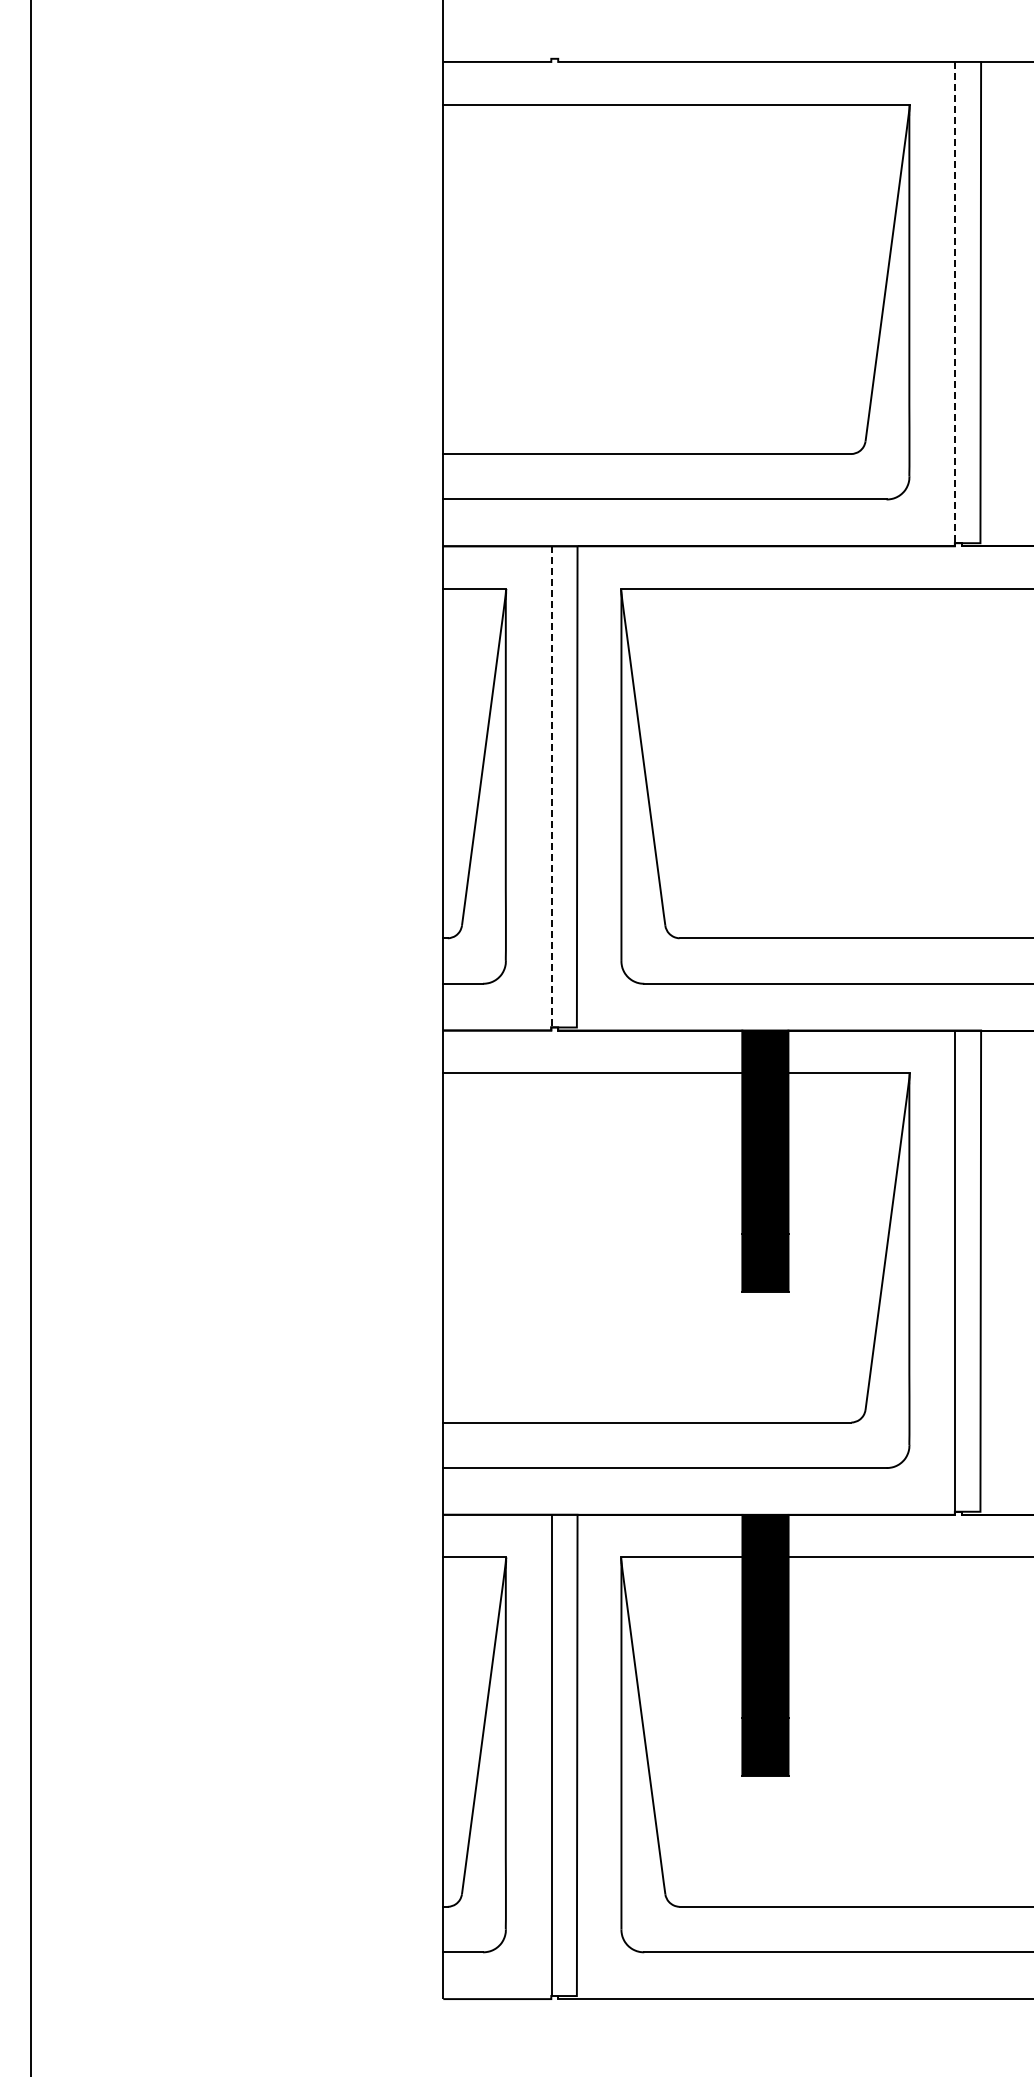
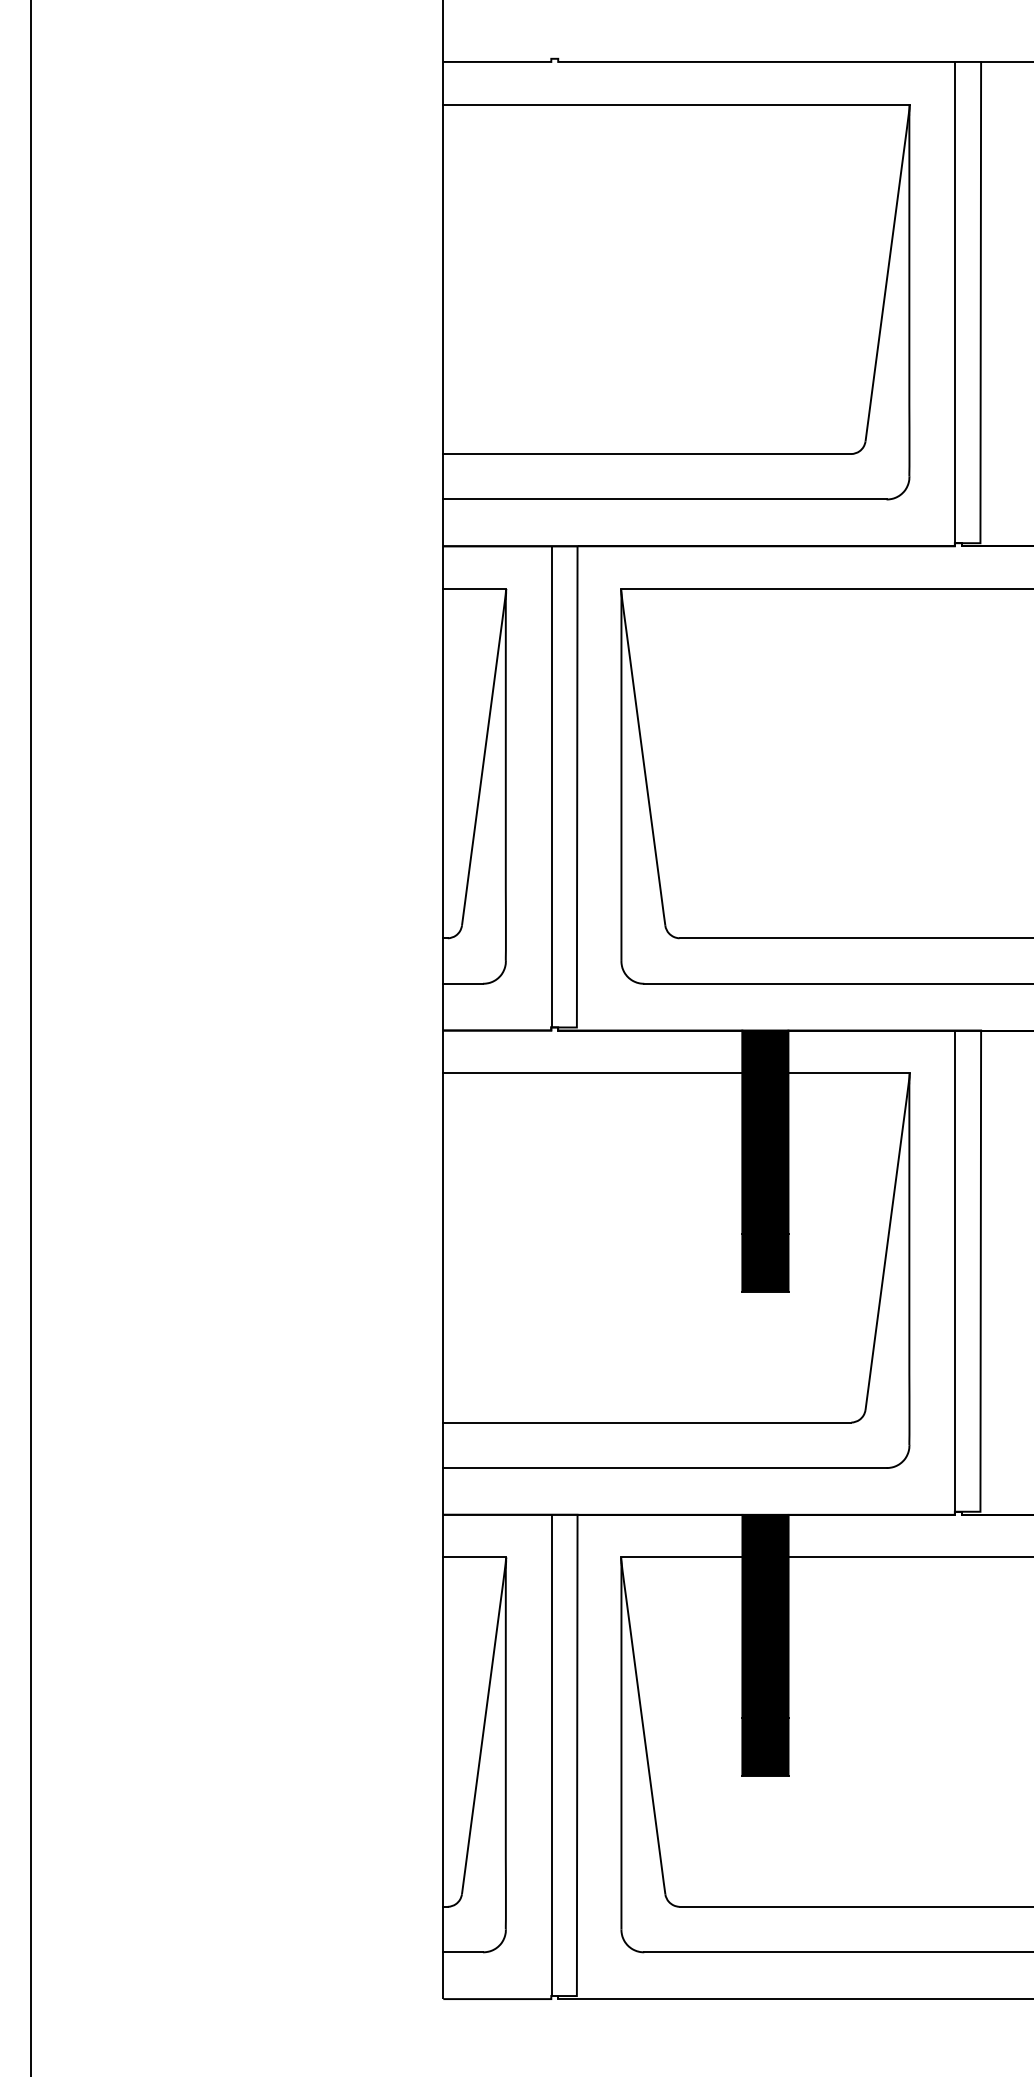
line at (955, 302): dashed -> solid
line at (551, 786): dashed -> solid
